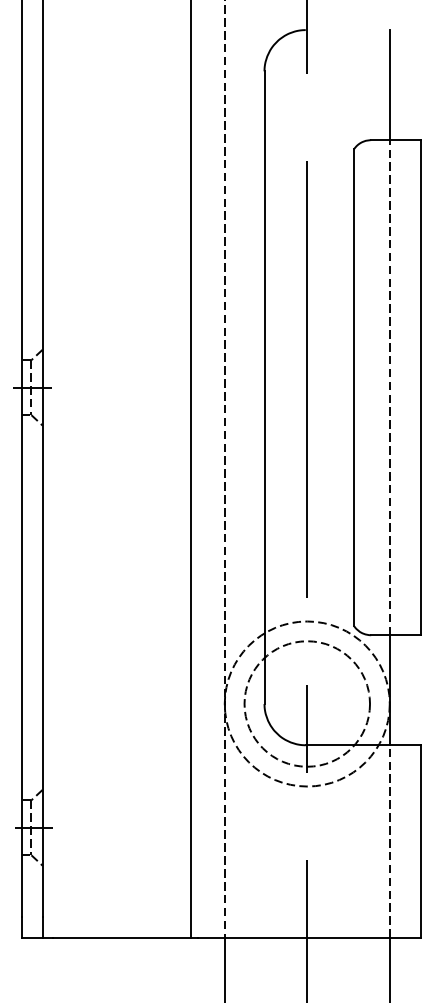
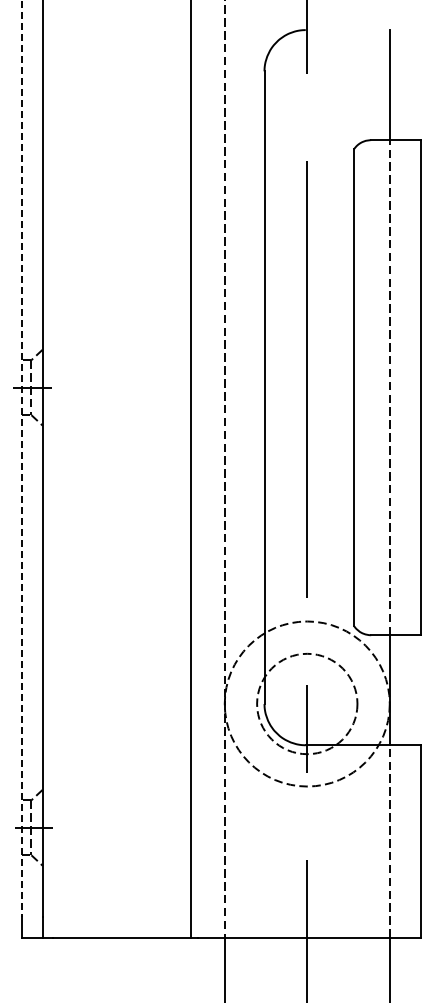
line at (21, 458): solid -> dashed
circle at (307, 703) diameter: 125 px -> 100 px
